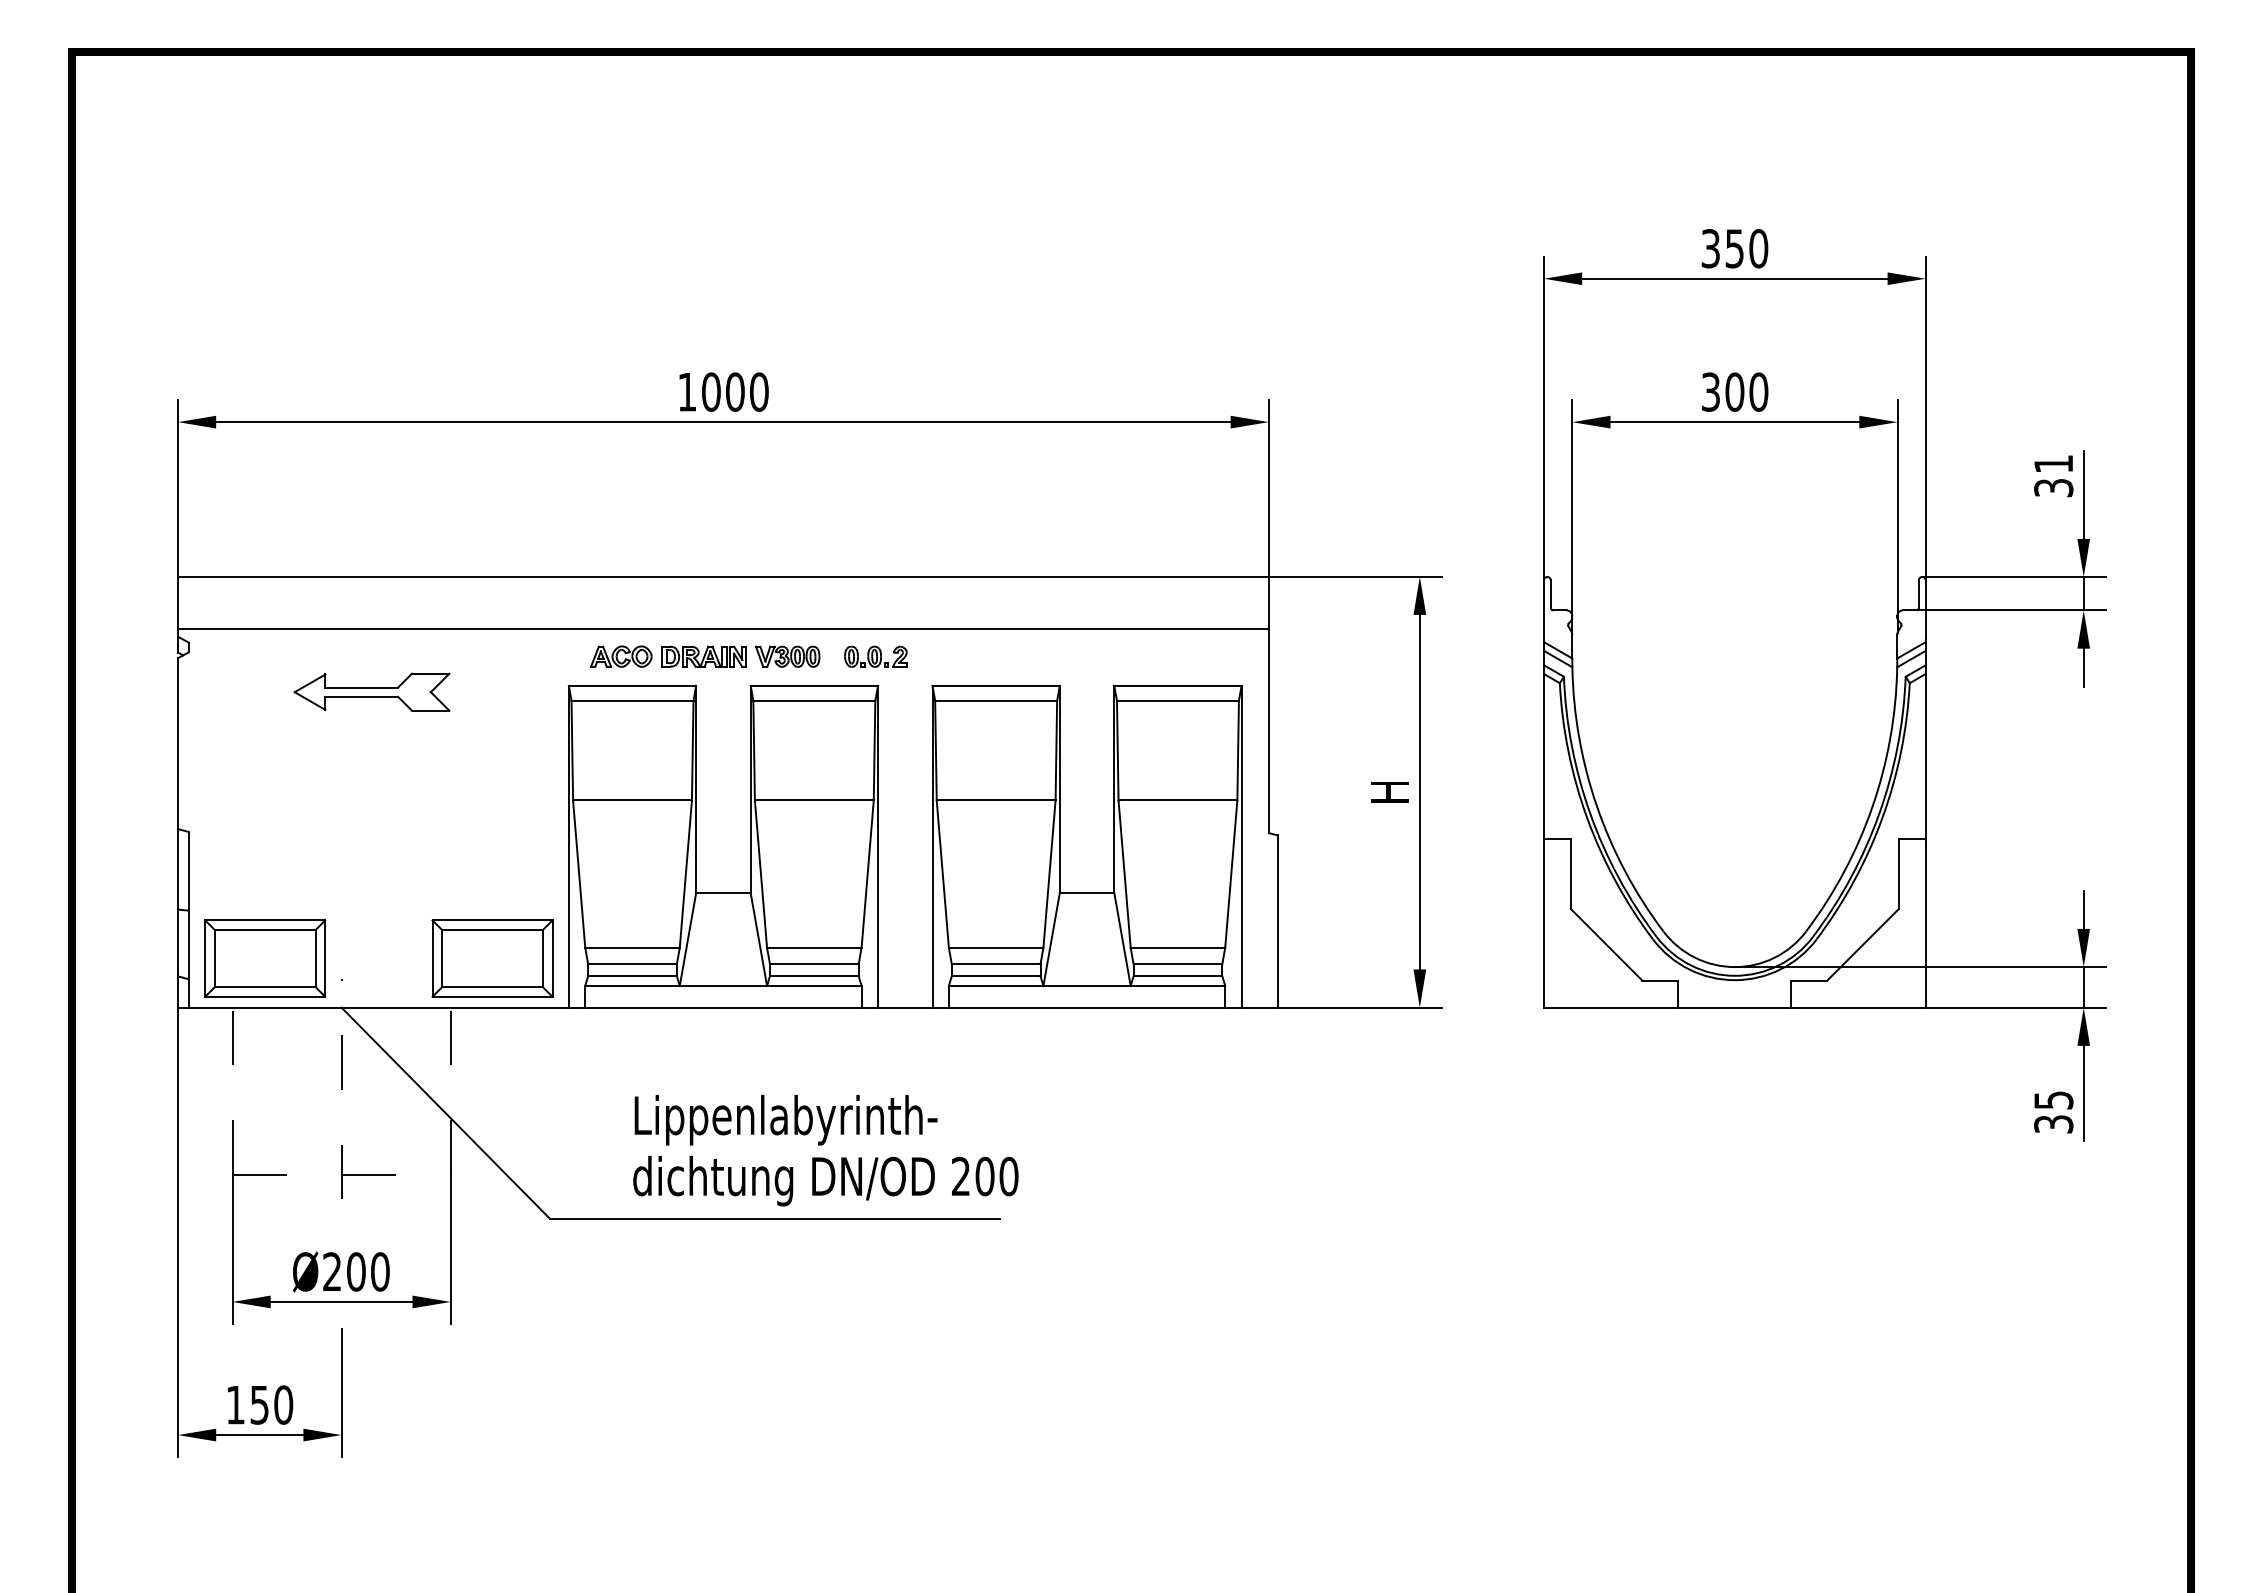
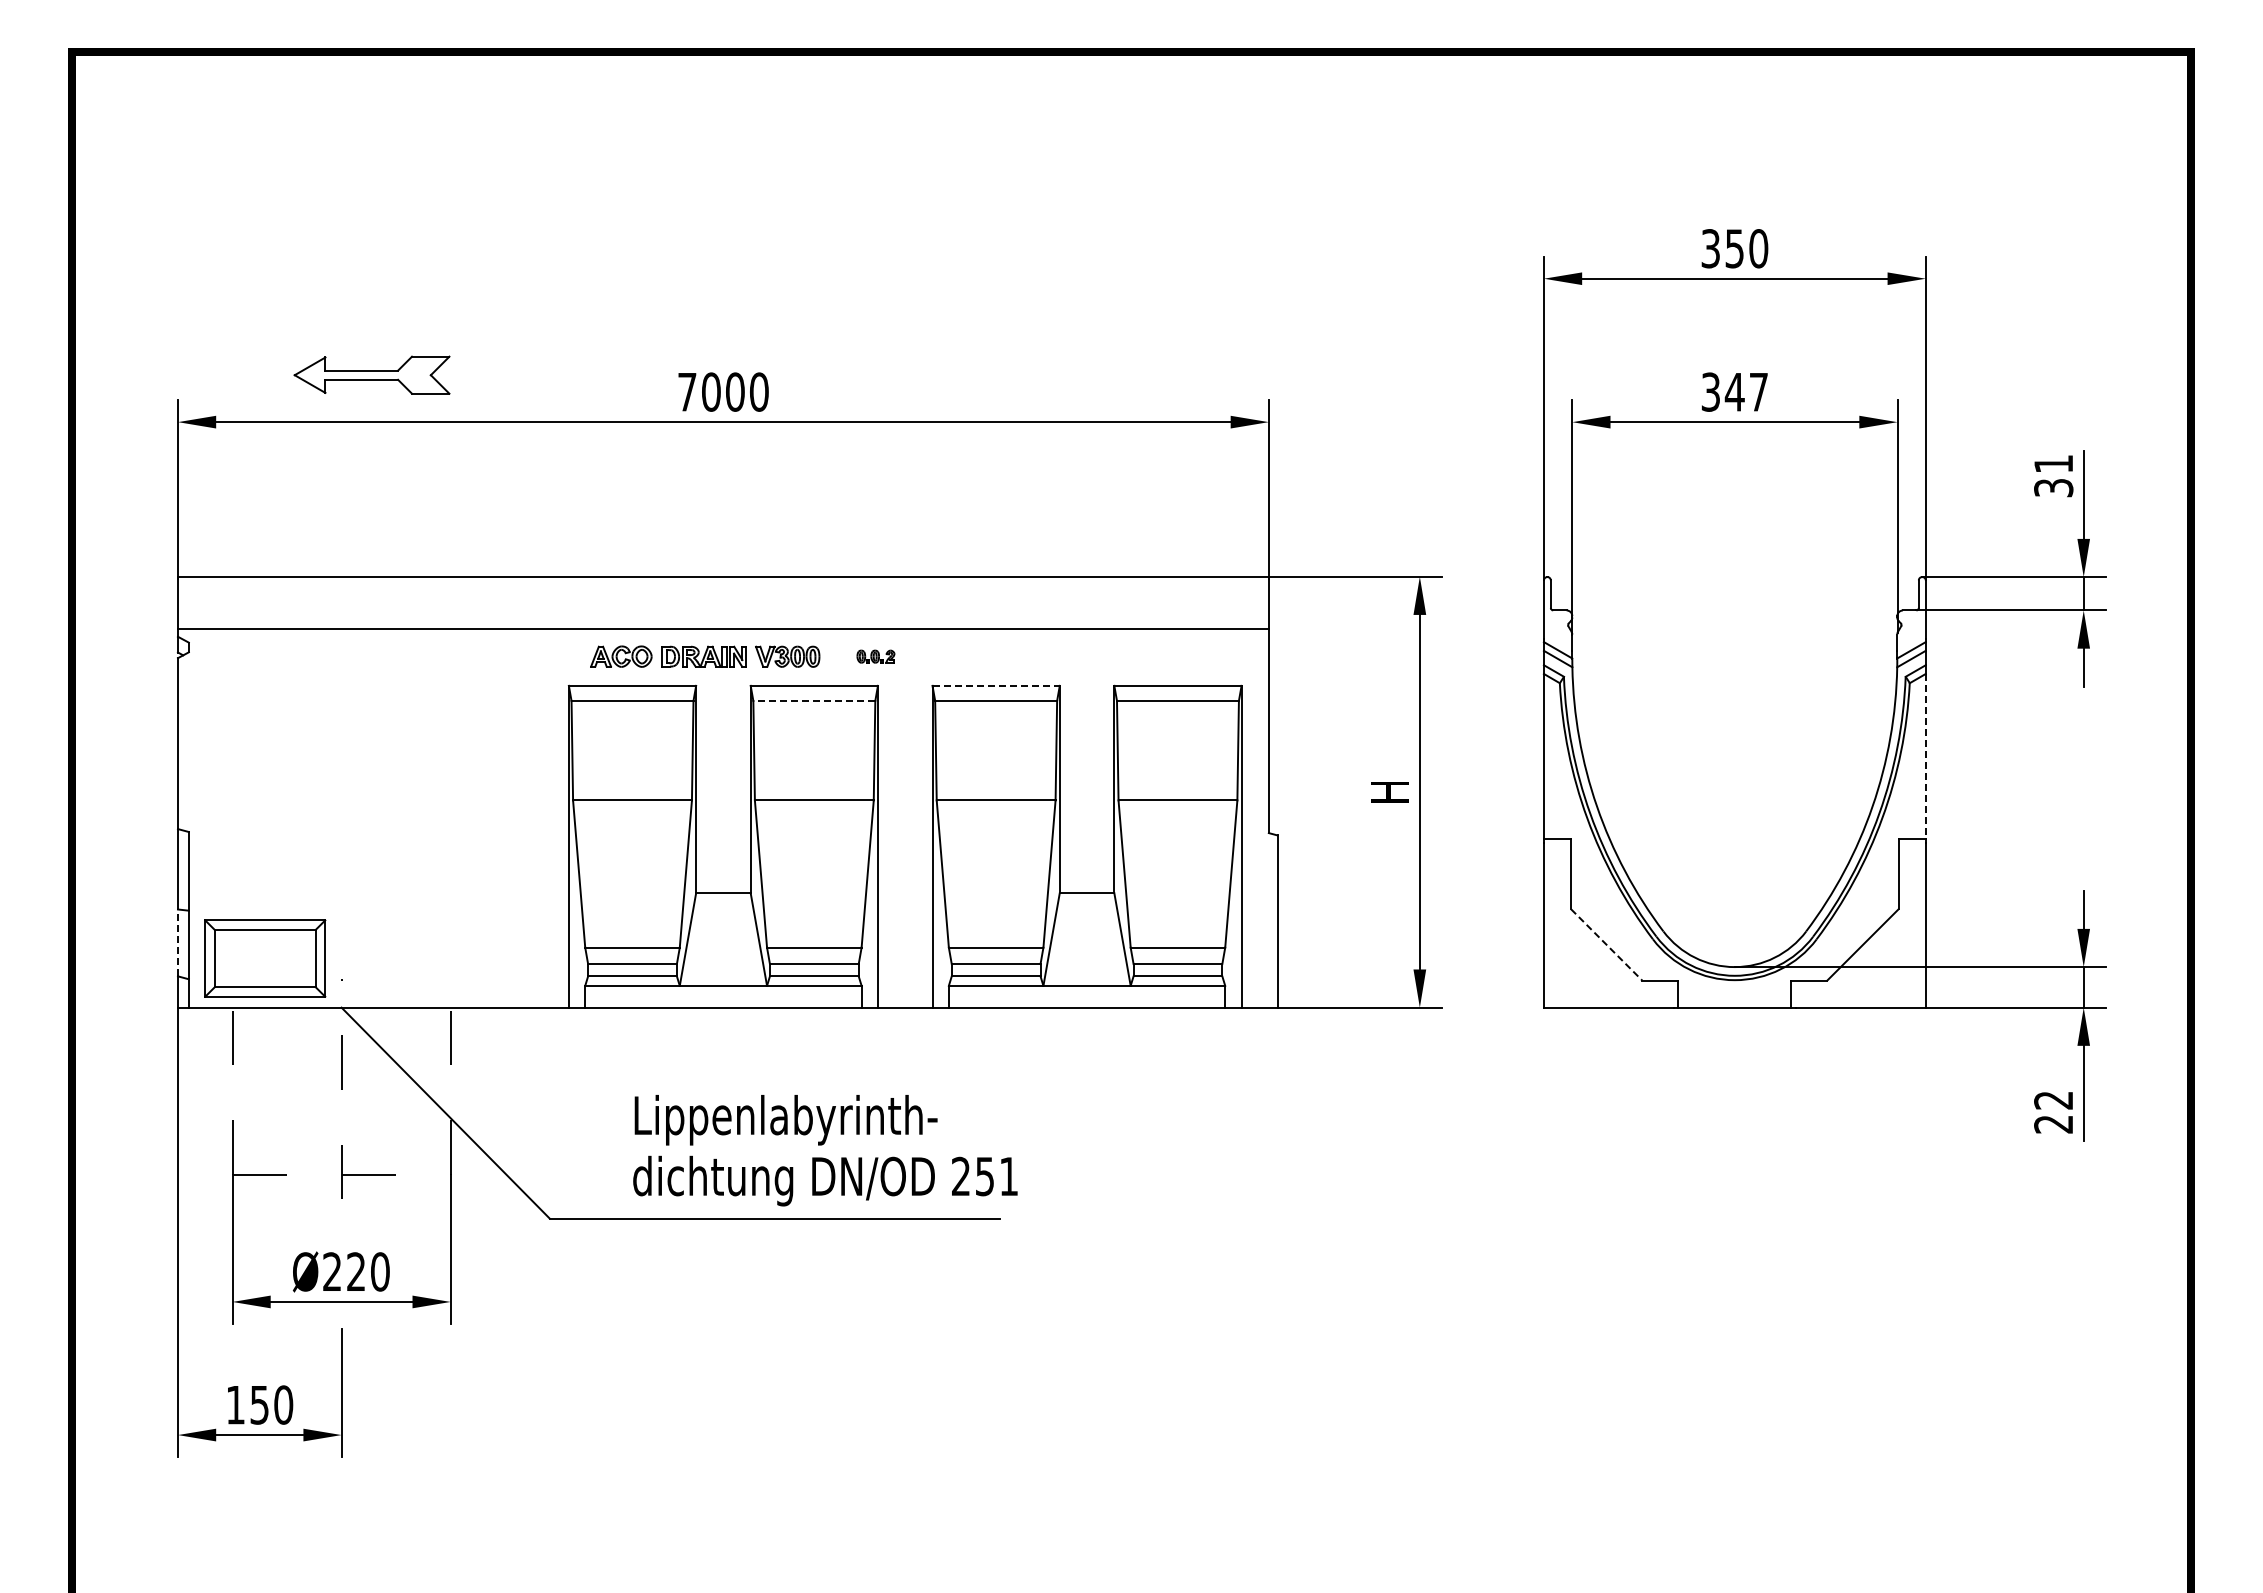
text at (1746, 391): 300 -> 347
text at (687, 392): 1000 -> 7000
part at (875, 656) size: 64x23 px -> 40x15 px
line at (996, 685): solid -> dashed
part at (371, 691) position: (371, 691) -> (371, 374)
line at (814, 700): solid -> dashed
line at (1925, 756): solid -> dashed
line at (177, 942): solid -> dashed
line at (1607, 945): solid -> dashed
part at (492, 958): present -> none
text at (2053, 1112): 35 -> 22
text at (996, 1176): 200 -> 251
text at (356, 1271): Ø200 -> Ø220
